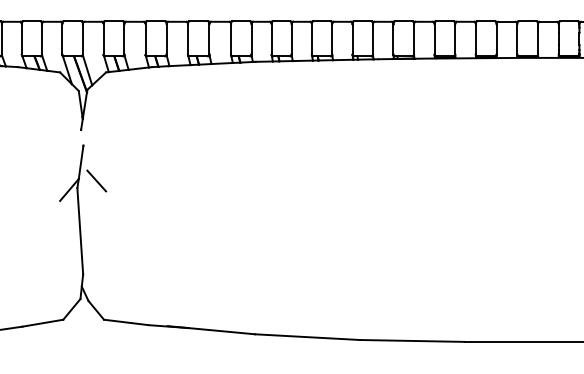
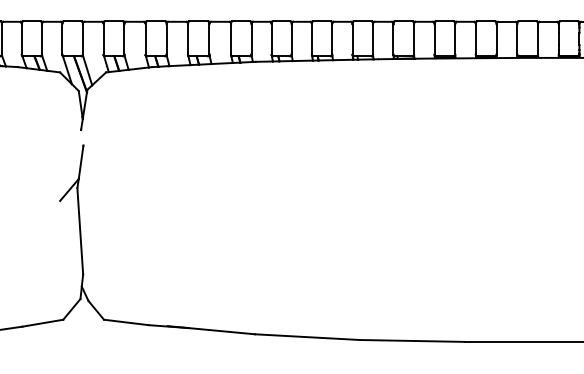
line at (96, 180): present -> none
